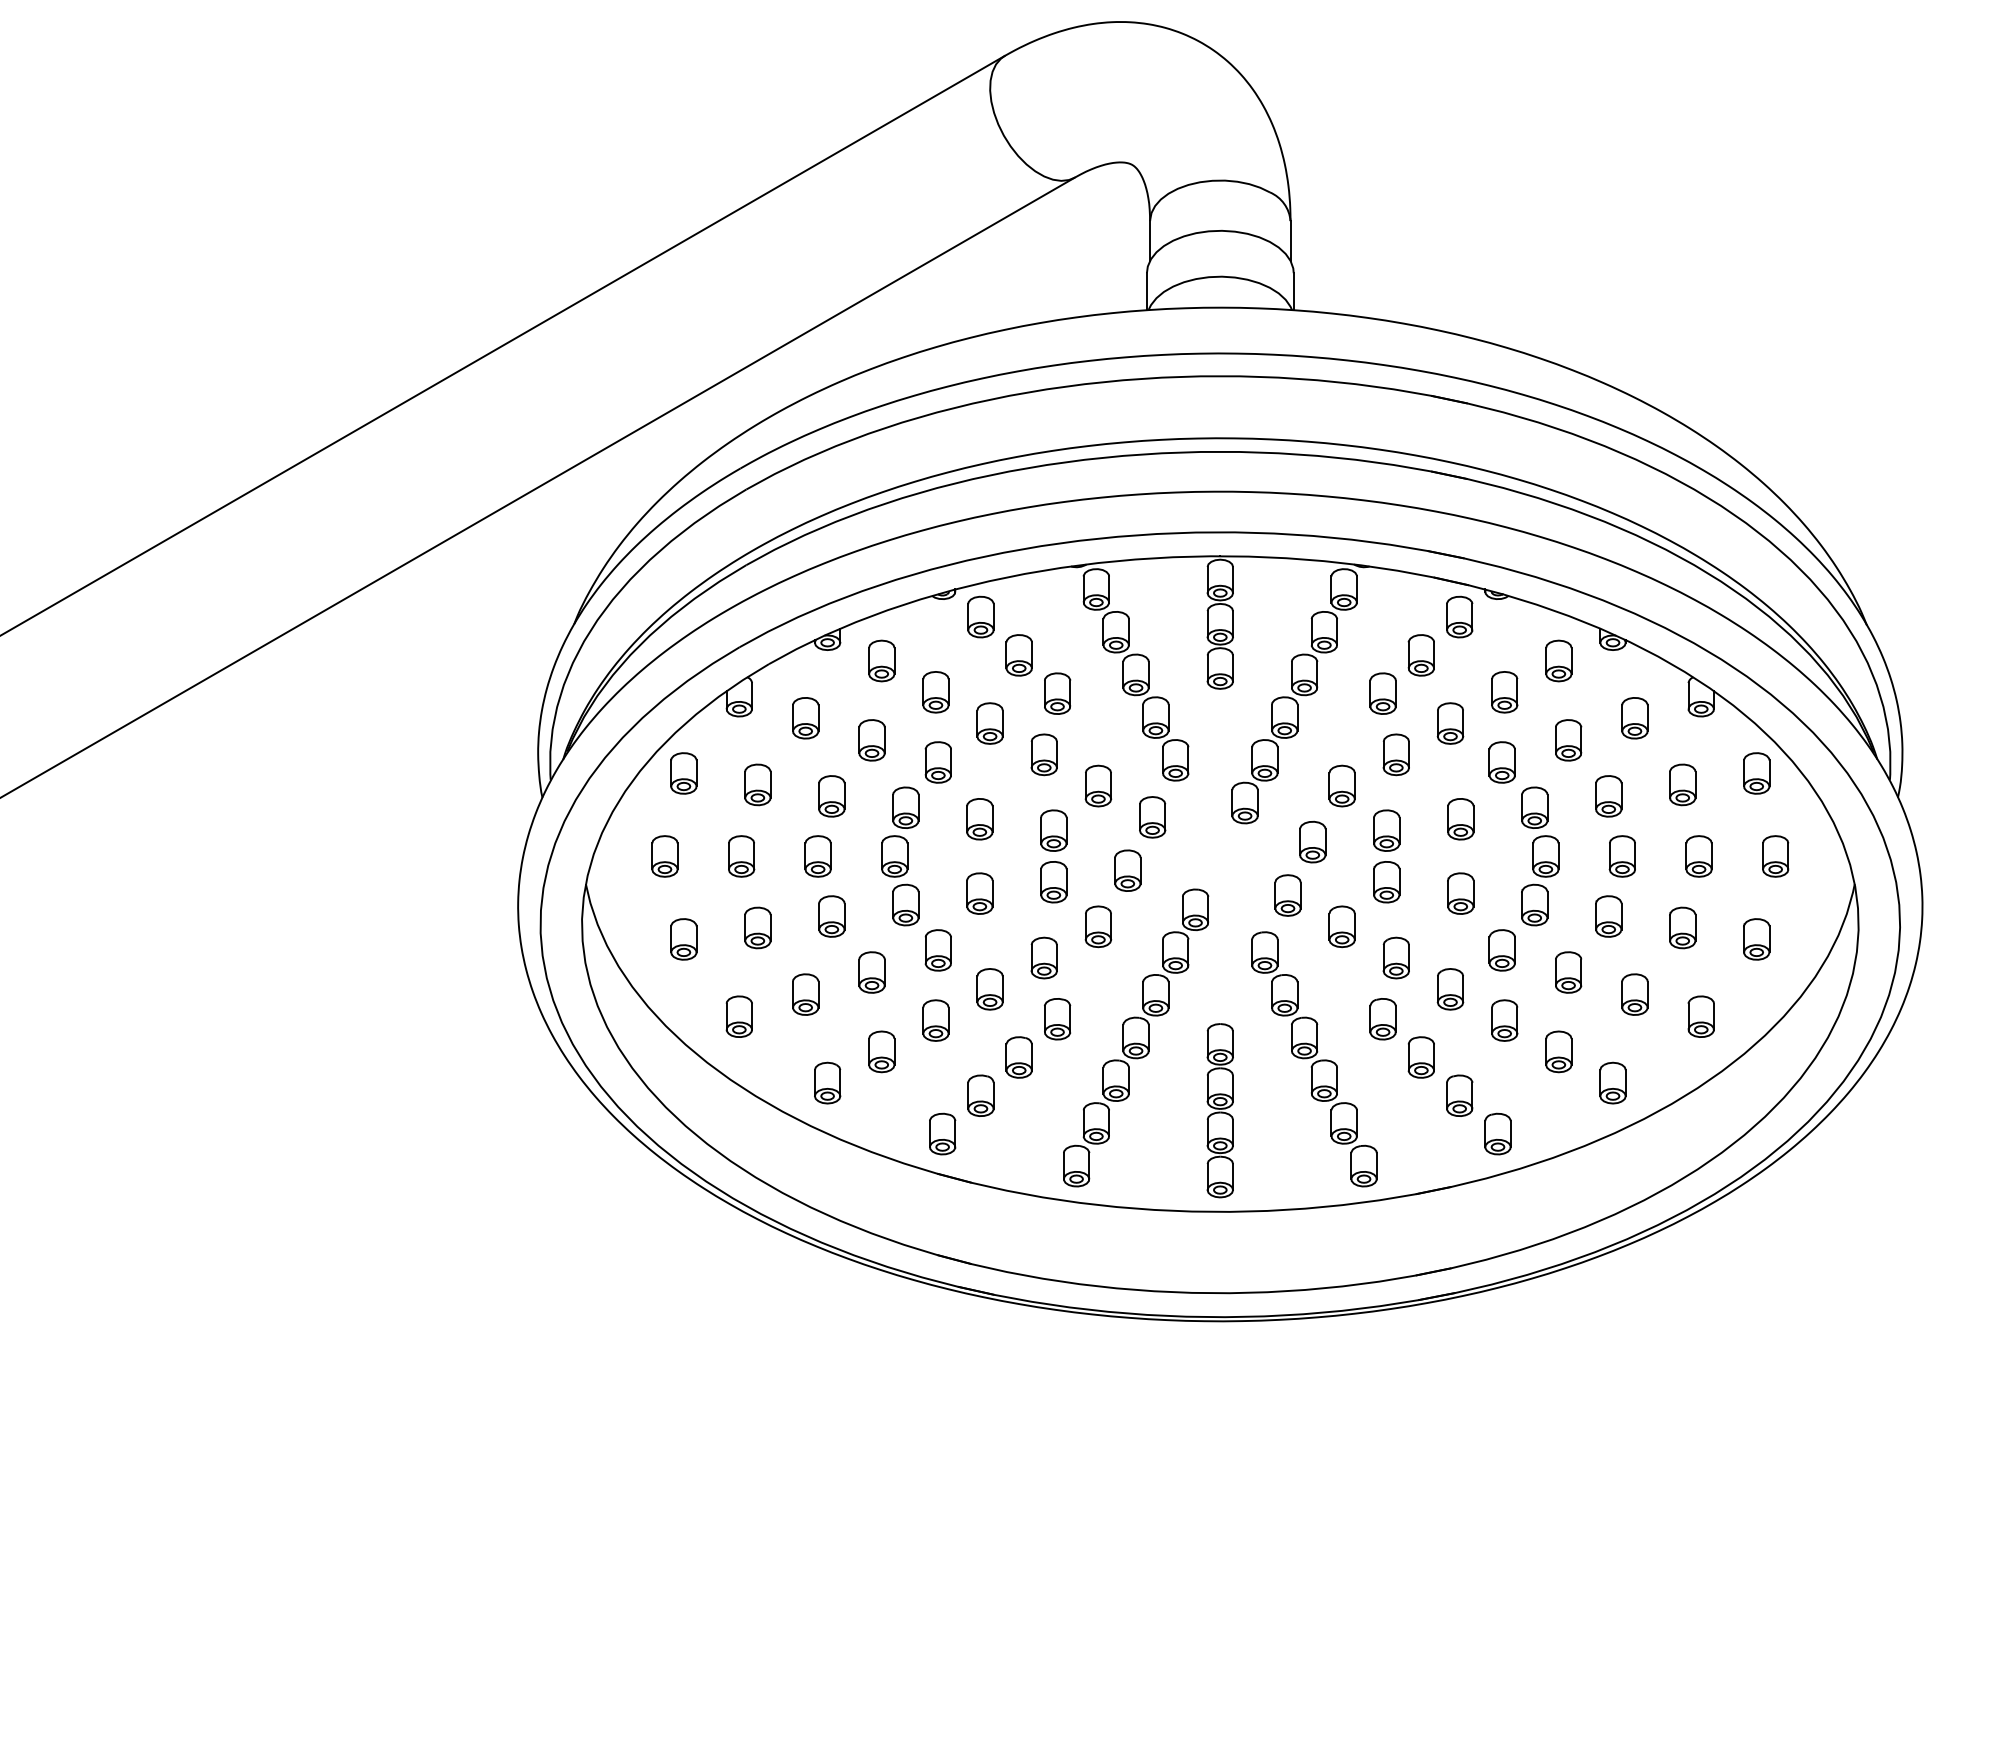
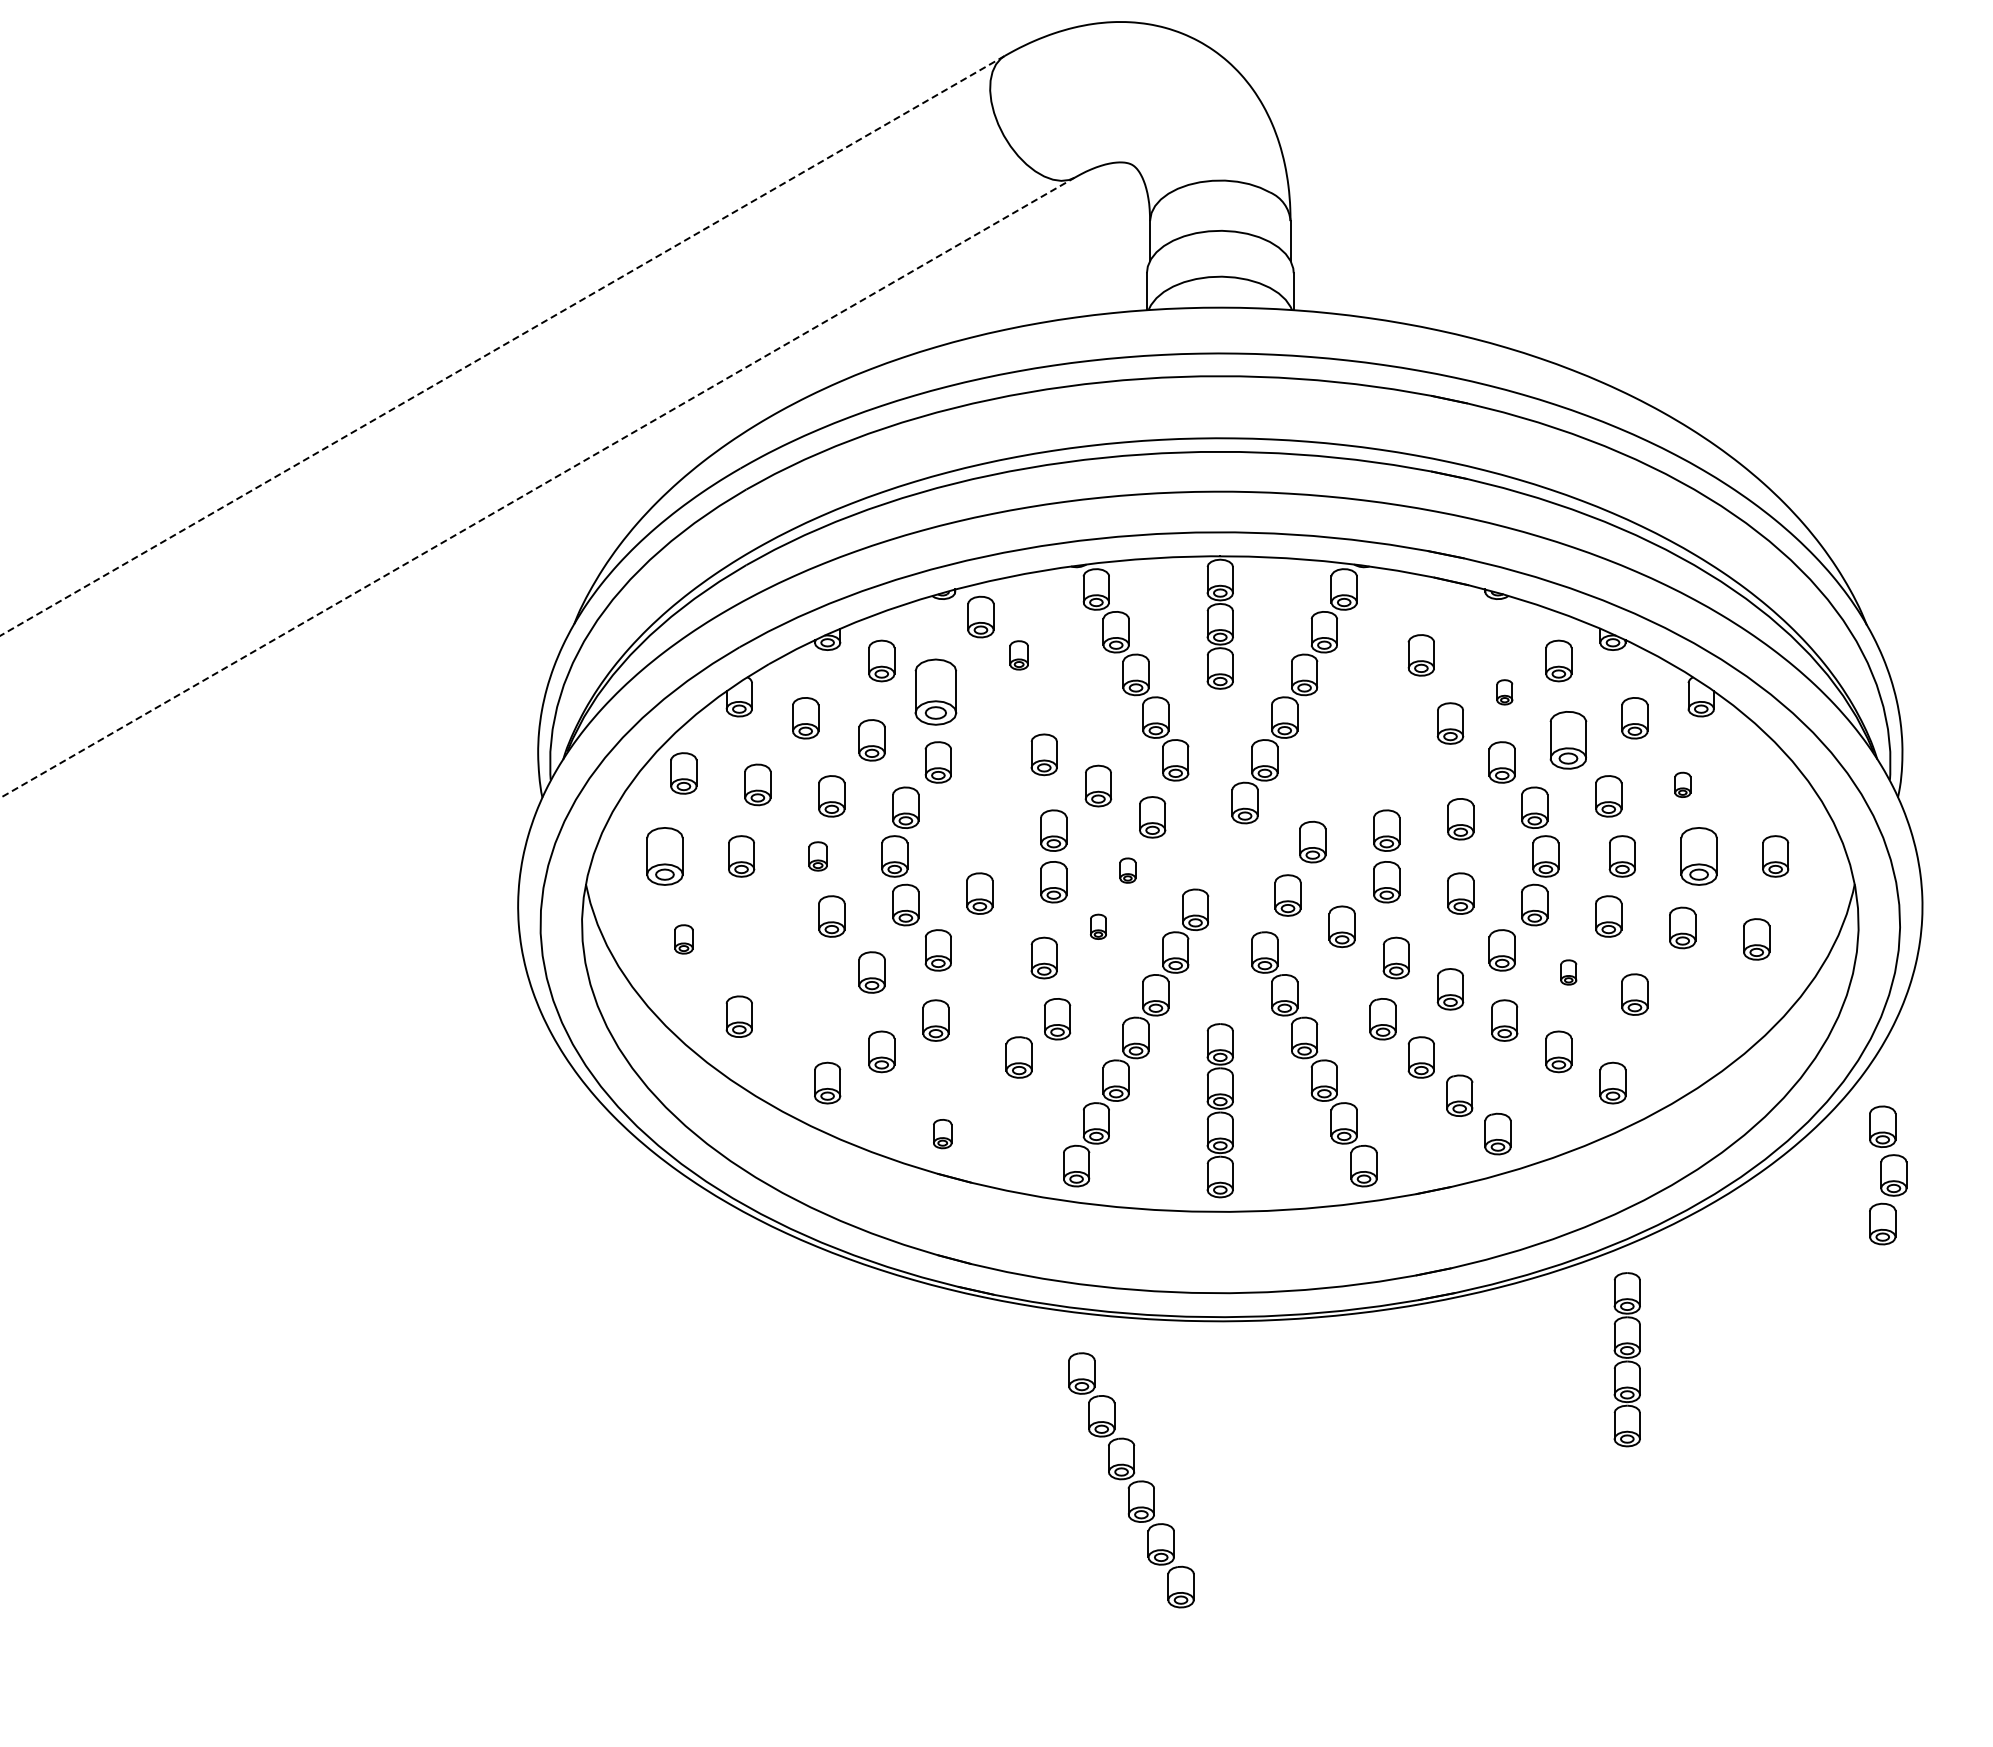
line at (502, 345): solid -> dashed
line at (538, 487): solid -> dashed
part at (1459, 616): present -> none
part at (1018, 655) size: 28x43 px -> 20x31 px
part at (935, 692) size: 28x43 px -> 44x68 px
part at (1504, 692) size: 28x43 px -> 18x27 px
part at (1057, 693): present -> none
part at (1382, 693): present -> none
part at (989, 723): present -> none
part at (1568, 740) size: 28x43 px -> 39x59 px
part at (1395, 754): present -> none
part at (1756, 773): present -> none
part at (1682, 784) size: 28x44 px -> 18x27 px
part at (1341, 785): present -> none
part at (979, 819): present -> none
part at (664, 856) size: 28x43 px -> 38x59 px
part at (817, 856) size: 28x43 px -> 20x31 px
part at (1698, 856) size: 28x43 px -> 38x59 px
part at (1127, 870) size: 28x43 px -> 18x27 px
part at (1098, 926) size: 29x44 px -> 17x27 px
part at (757, 927): present -> none
part at (683, 939) size: 28x43 px -> 20x31 px
part at (1568, 972) size: 28x43 px -> 18x27 px
part at (989, 989): present -> none
part at (805, 994): present -> none
part at (1700, 1016): present -> none
part at (980, 1095): present -> none
part at (942, 1133) size: 28x44 px -> 20x31 px
part at (1888, 1175): none -> present
part at (1626, 1359): none -> present
part at (1131, 1480): none -> present
